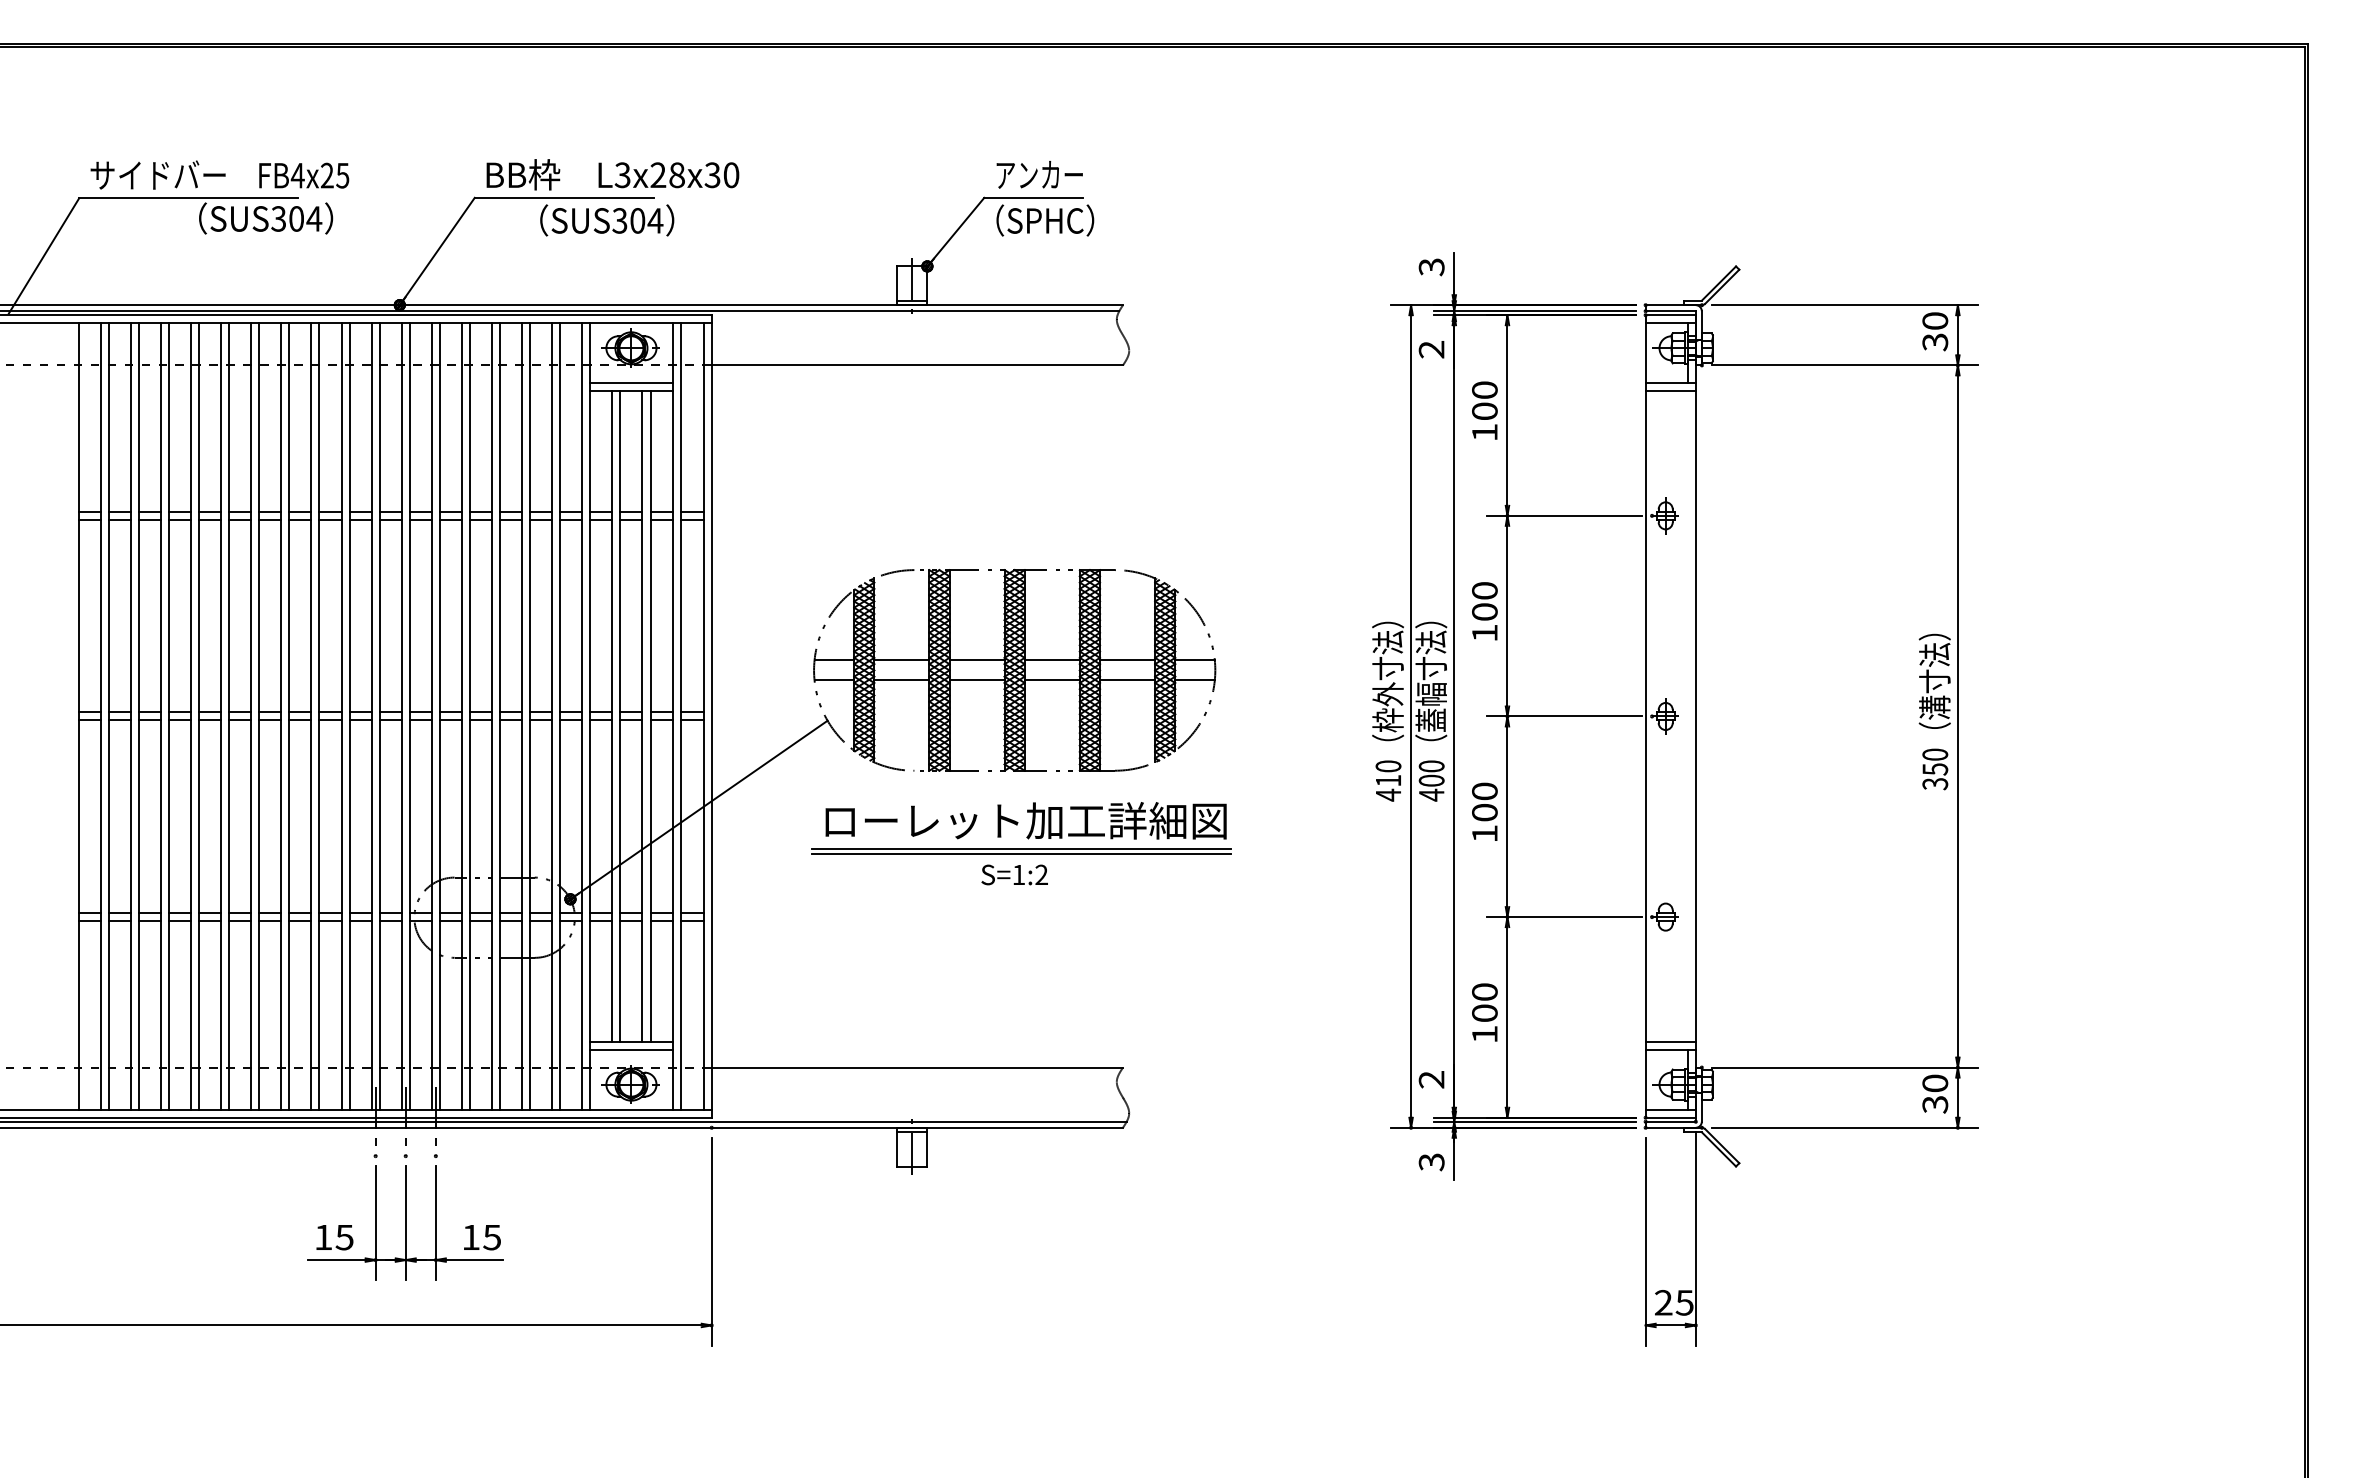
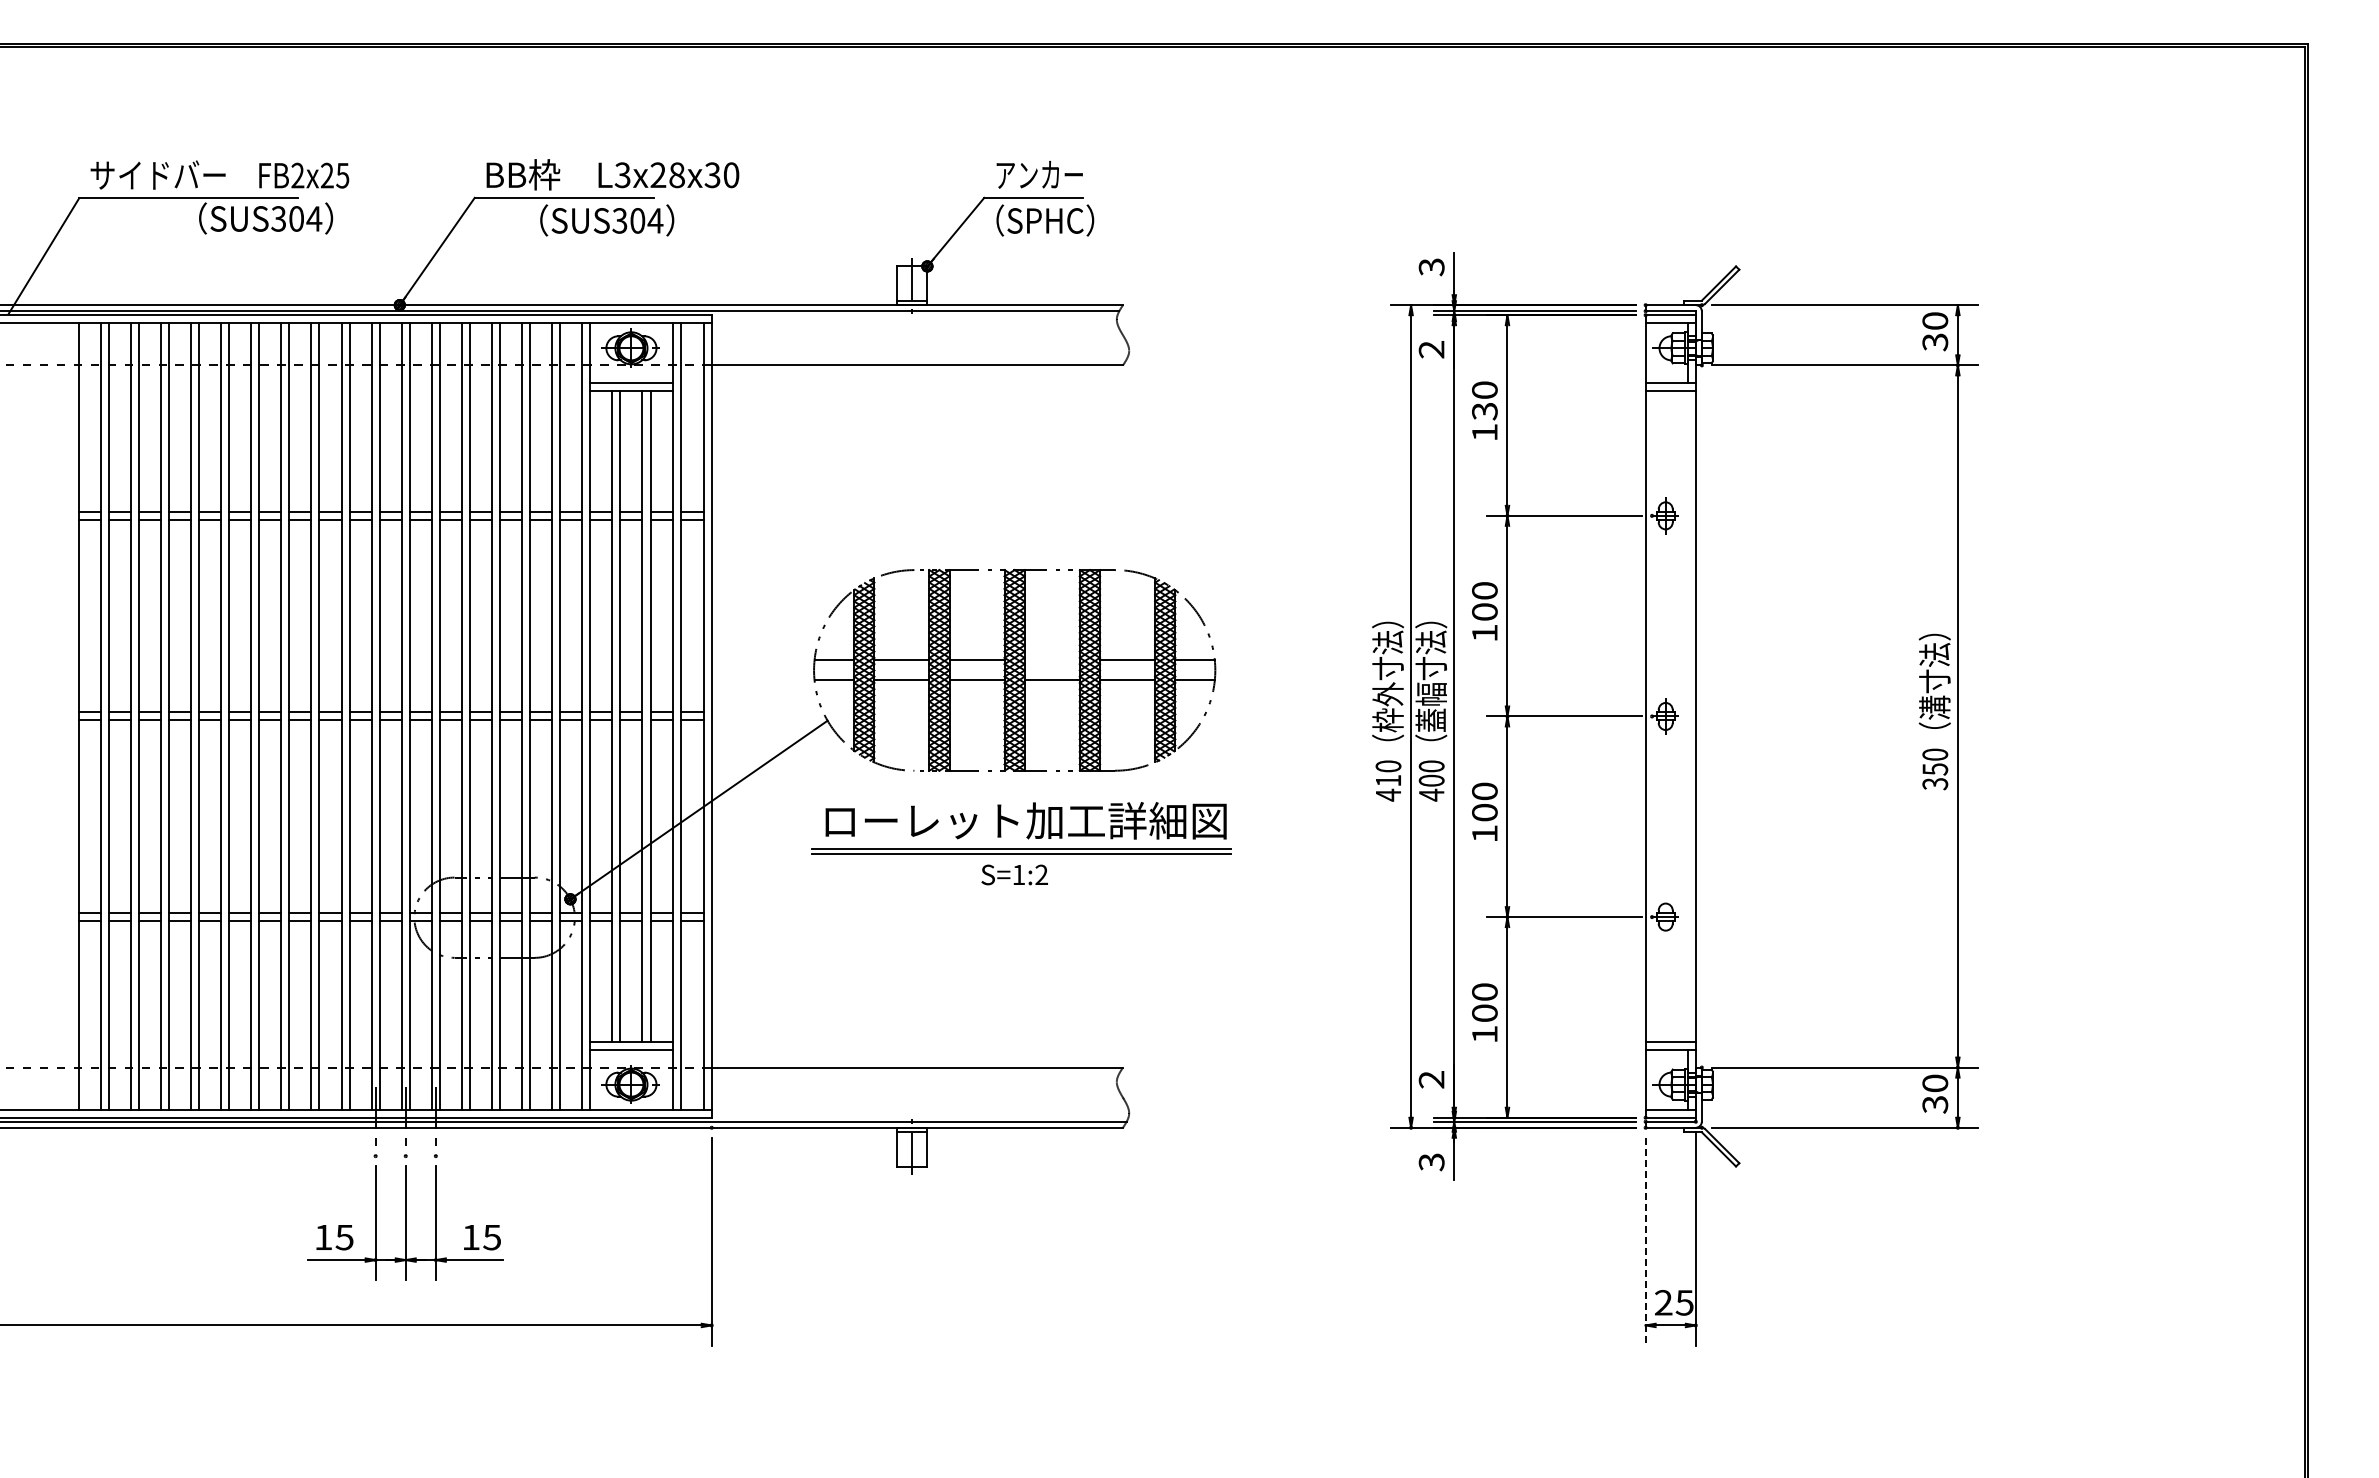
text at (297, 175): FB4x25 -> FB2x25
text at (1484, 411): 100 -> 130
line at (1051, 660): present -> none
line at (1645, 1241): solid -> dashed
